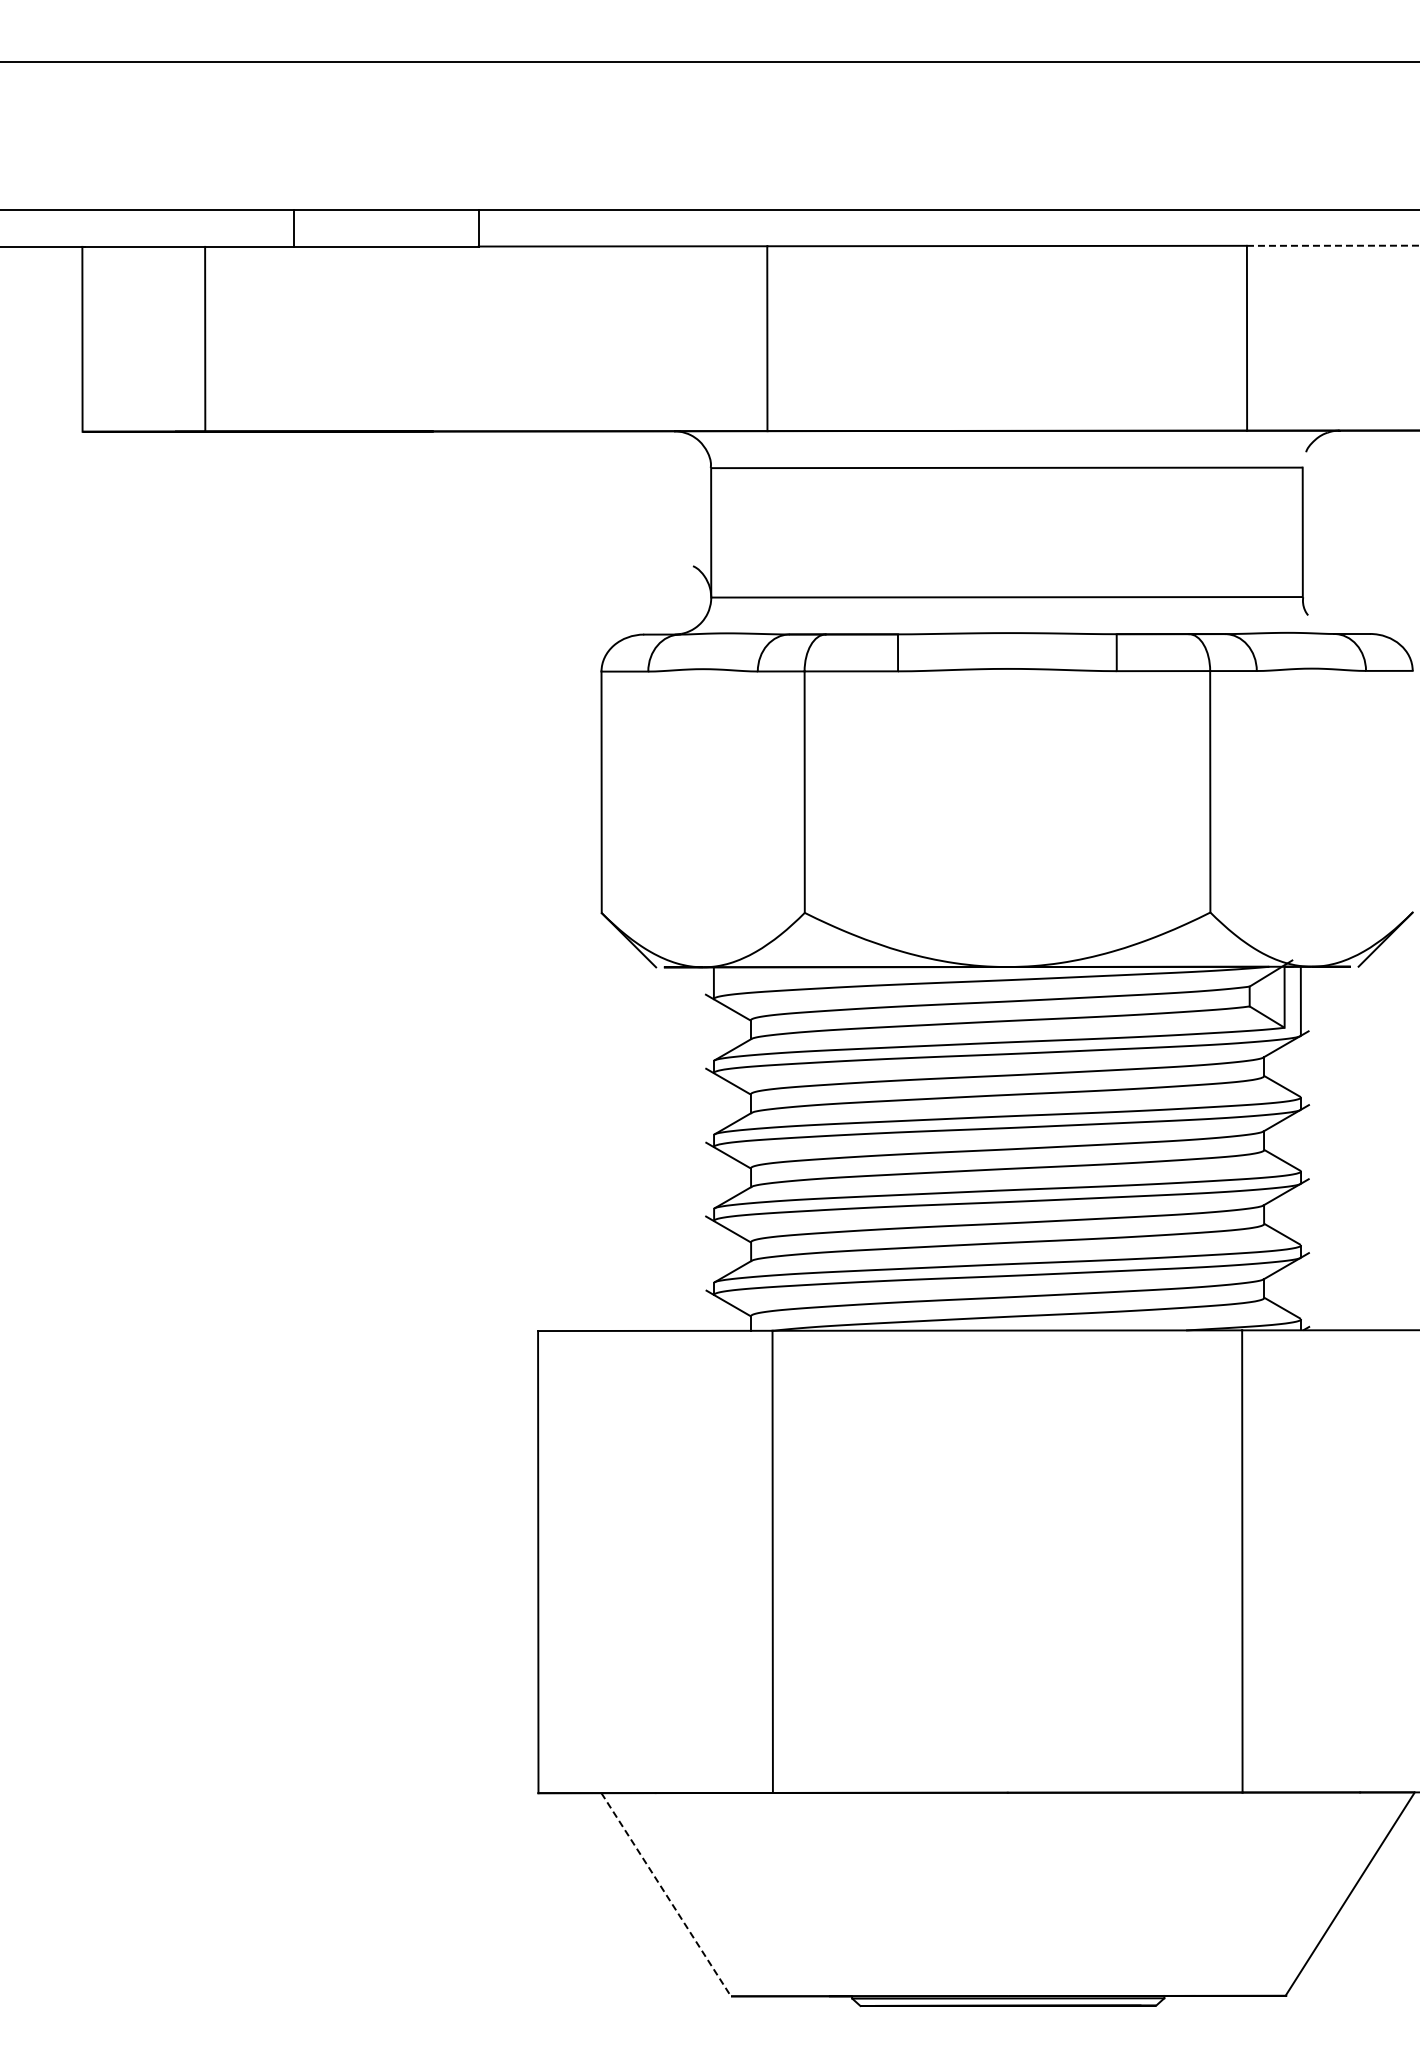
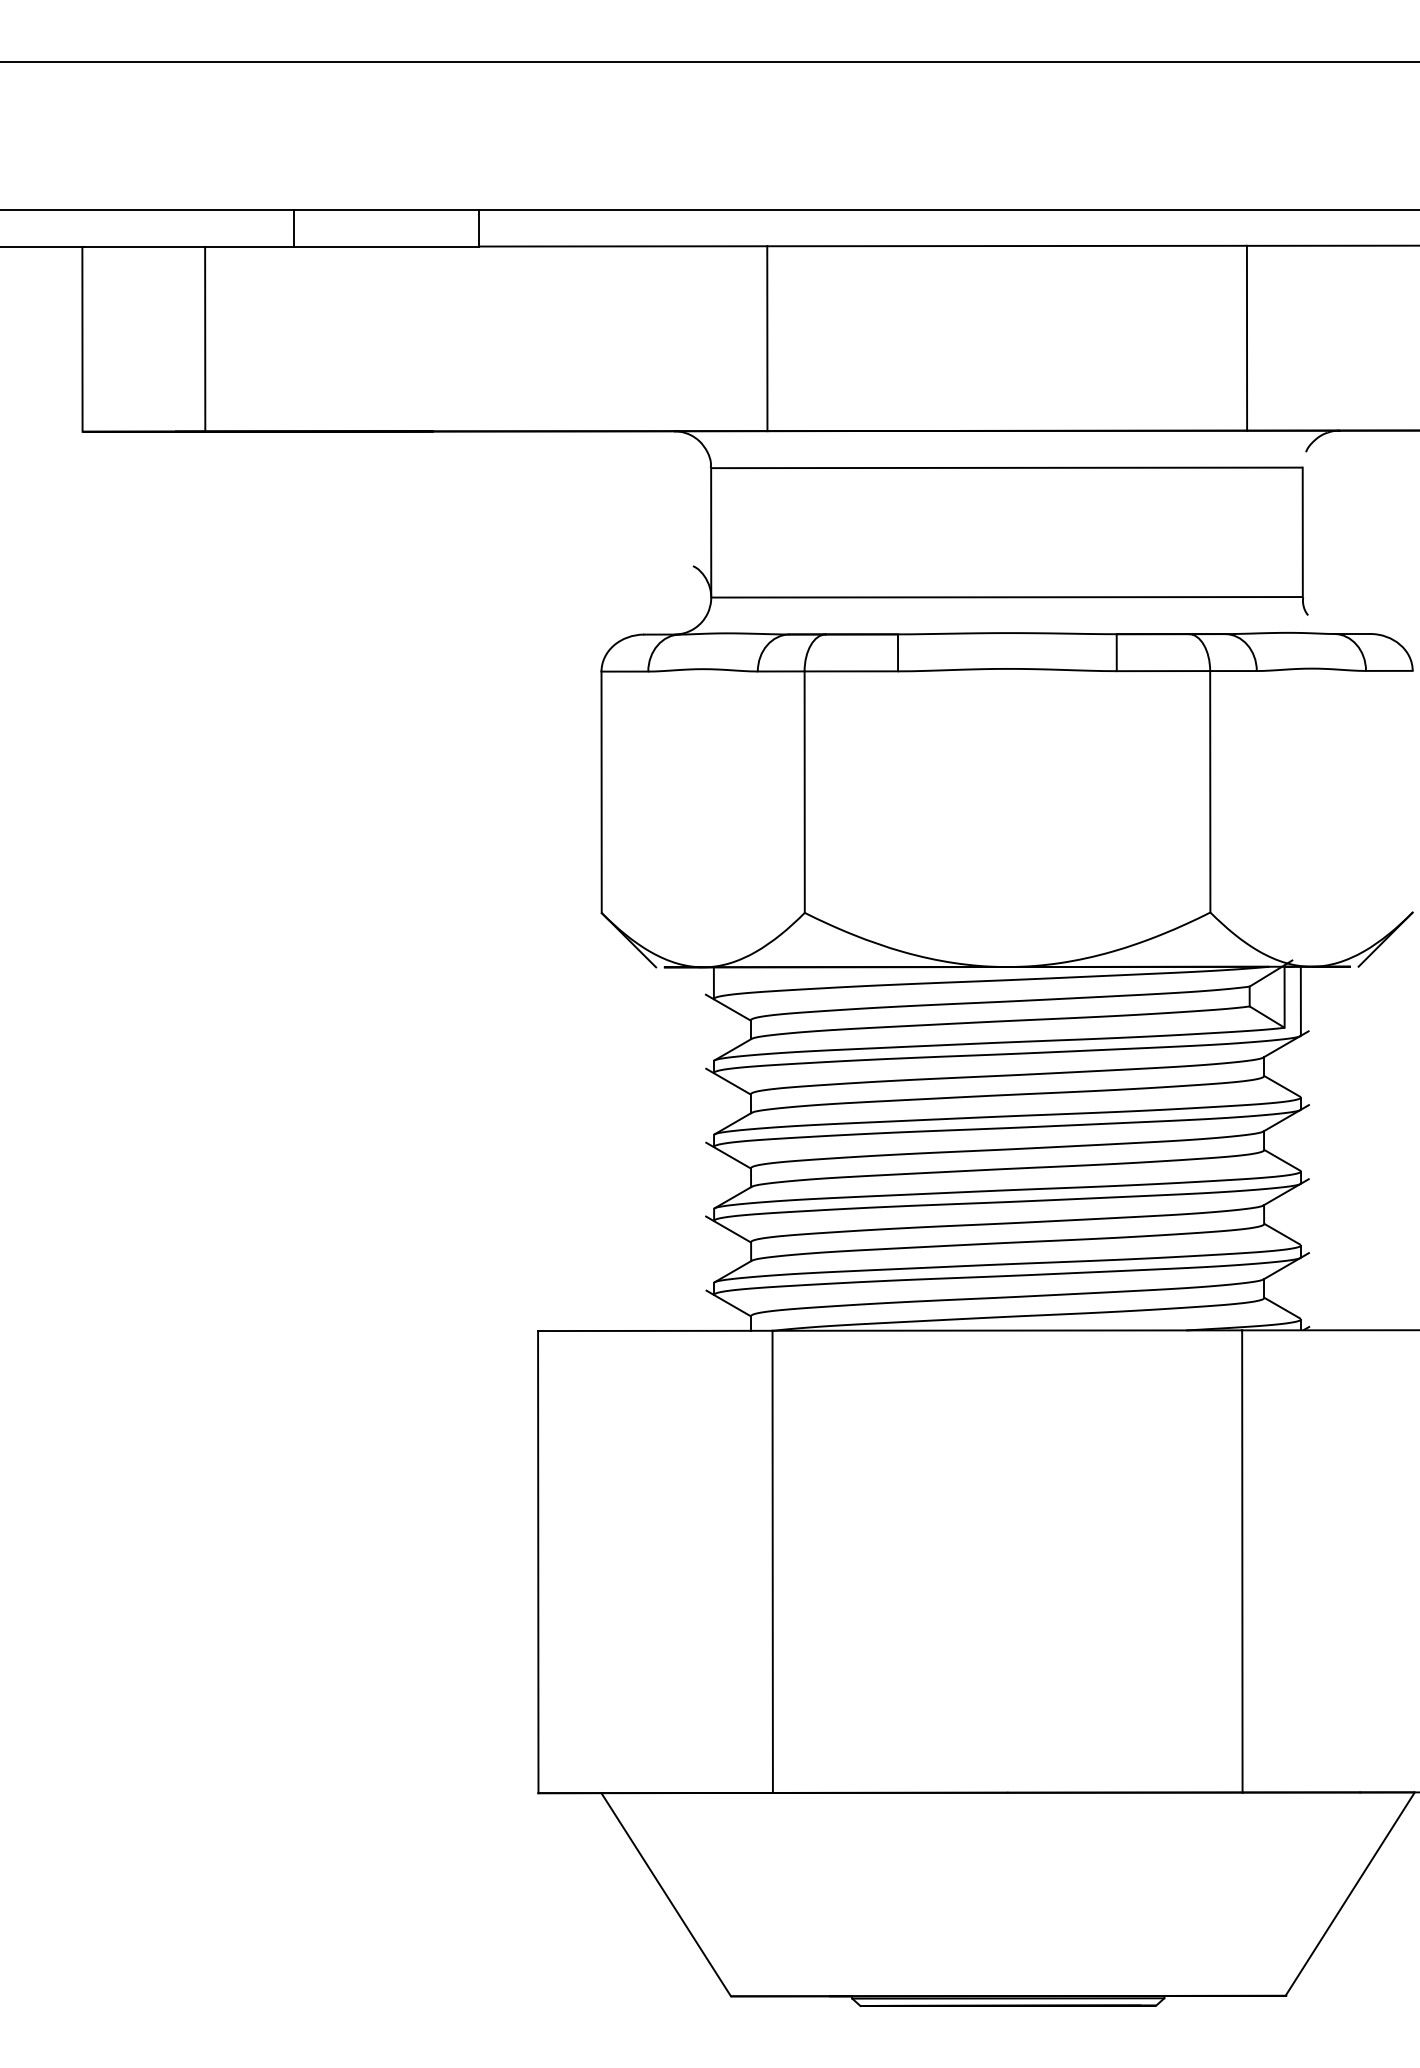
line at (1333, 245): dashed -> solid
line at (666, 1894): dashed -> solid
